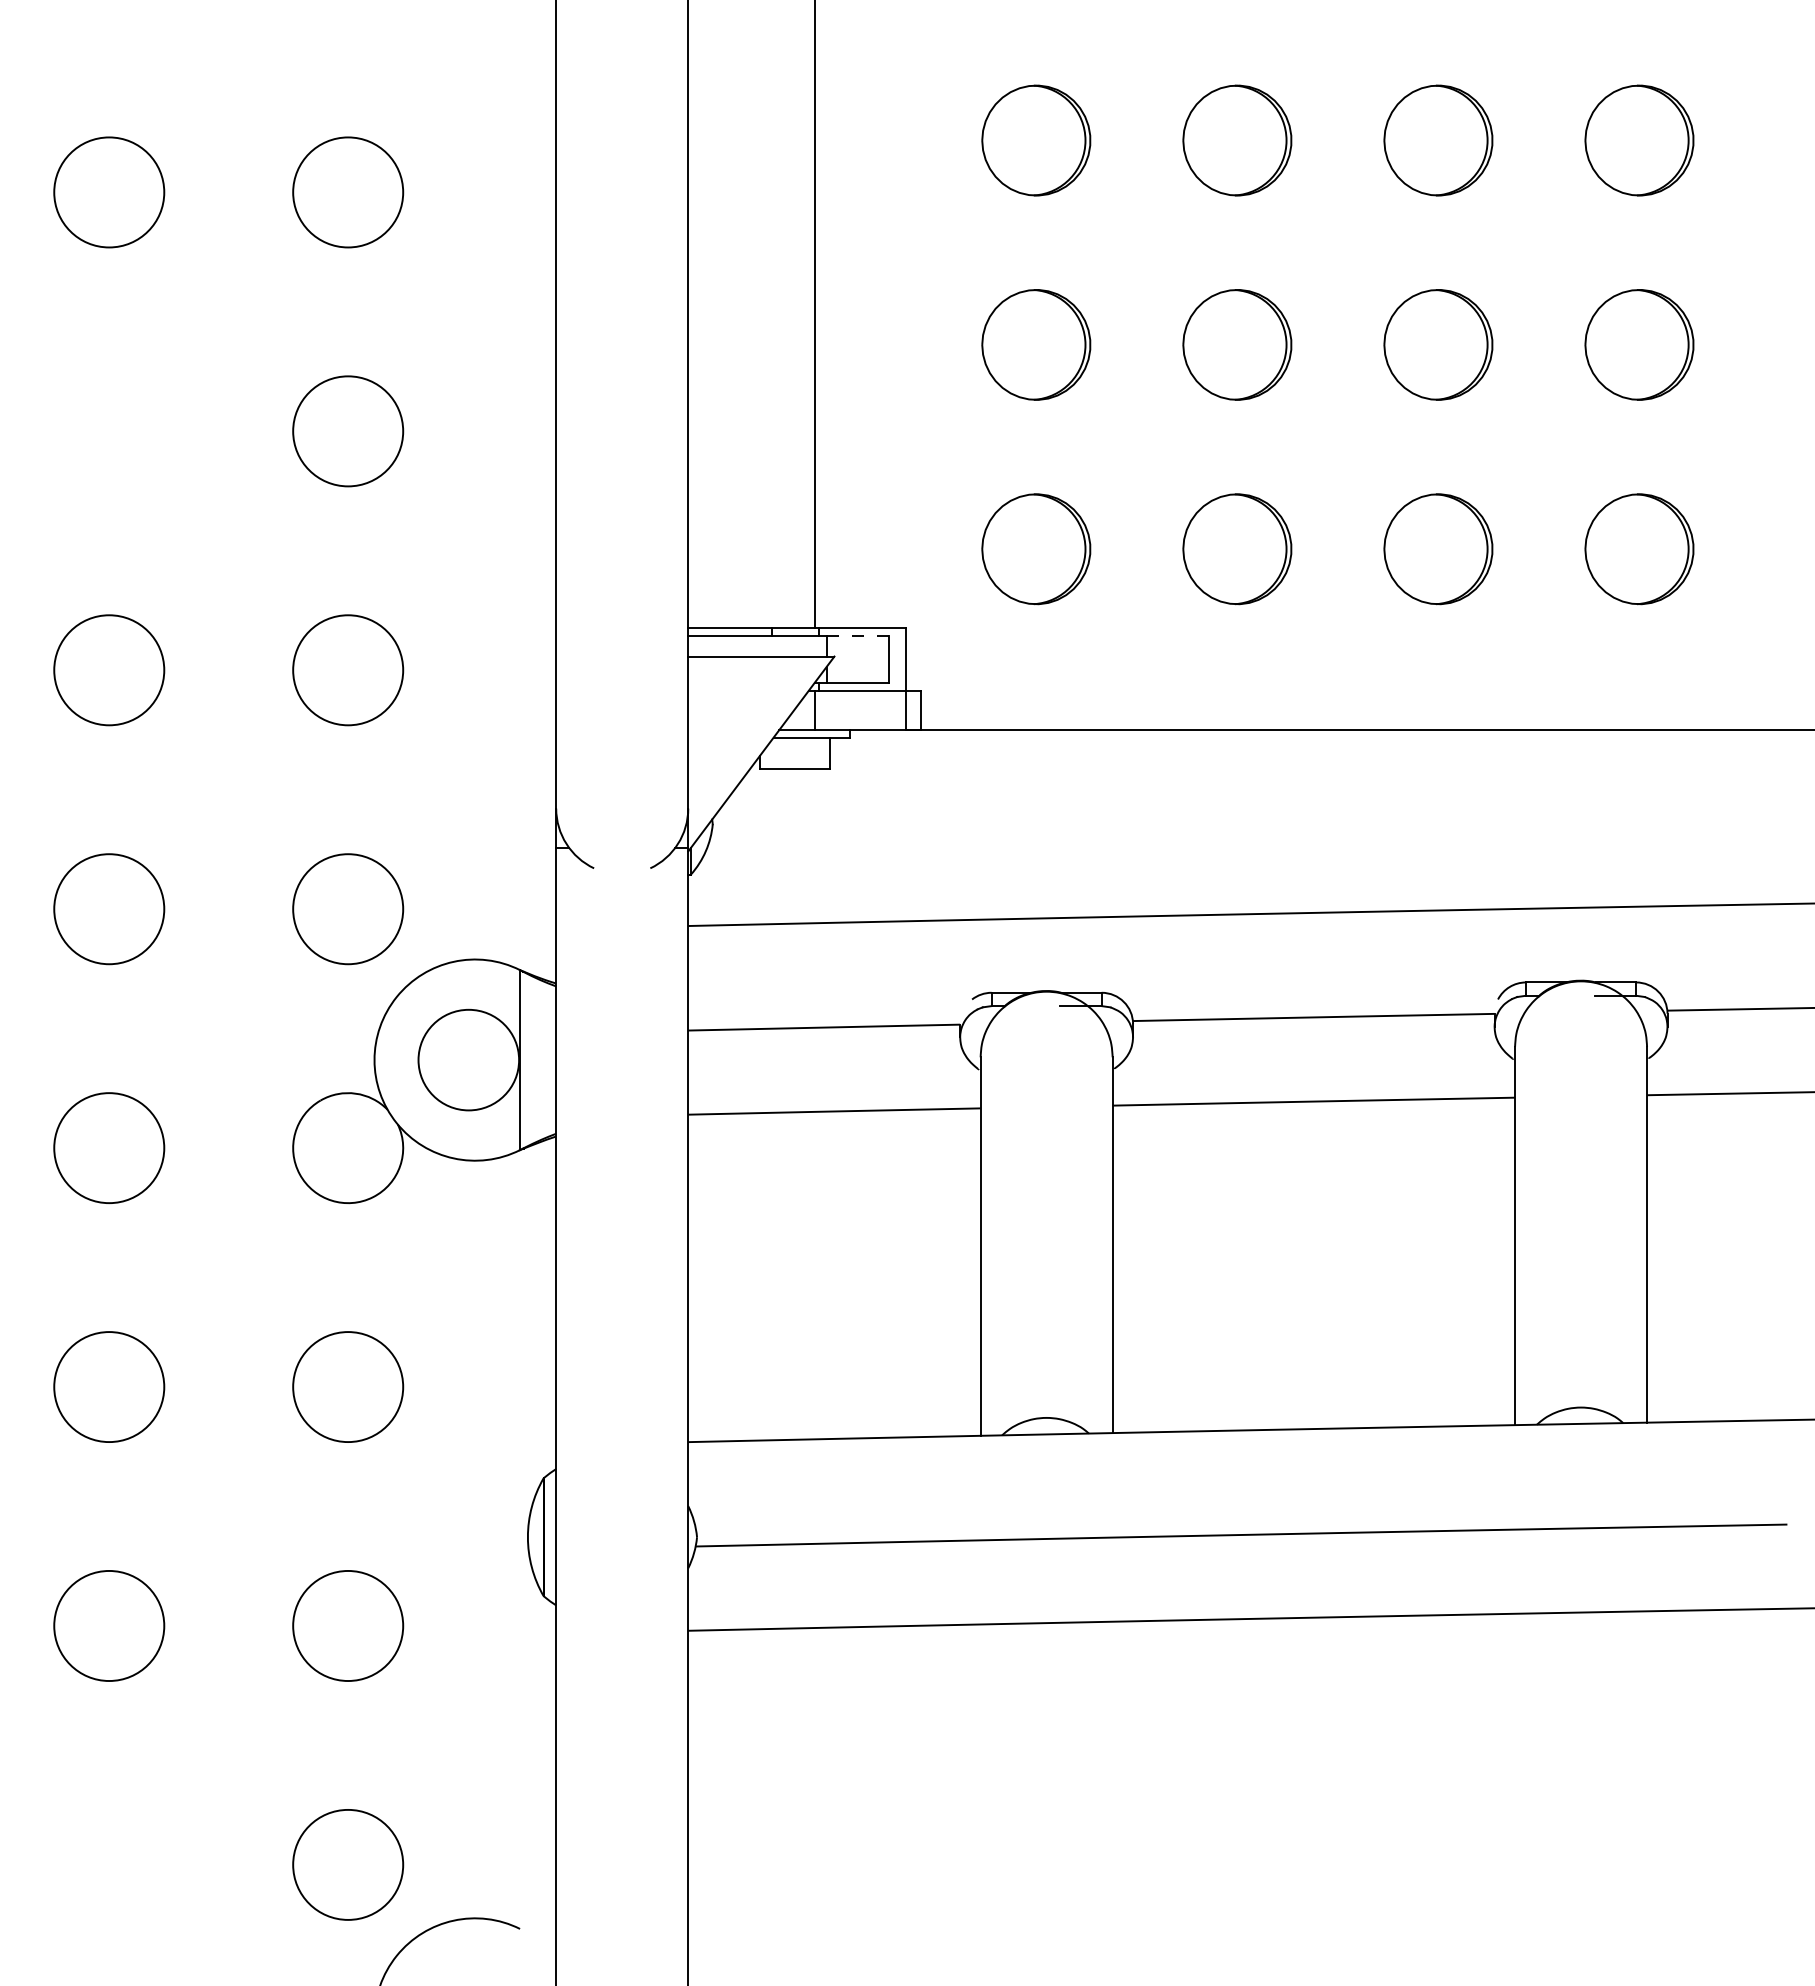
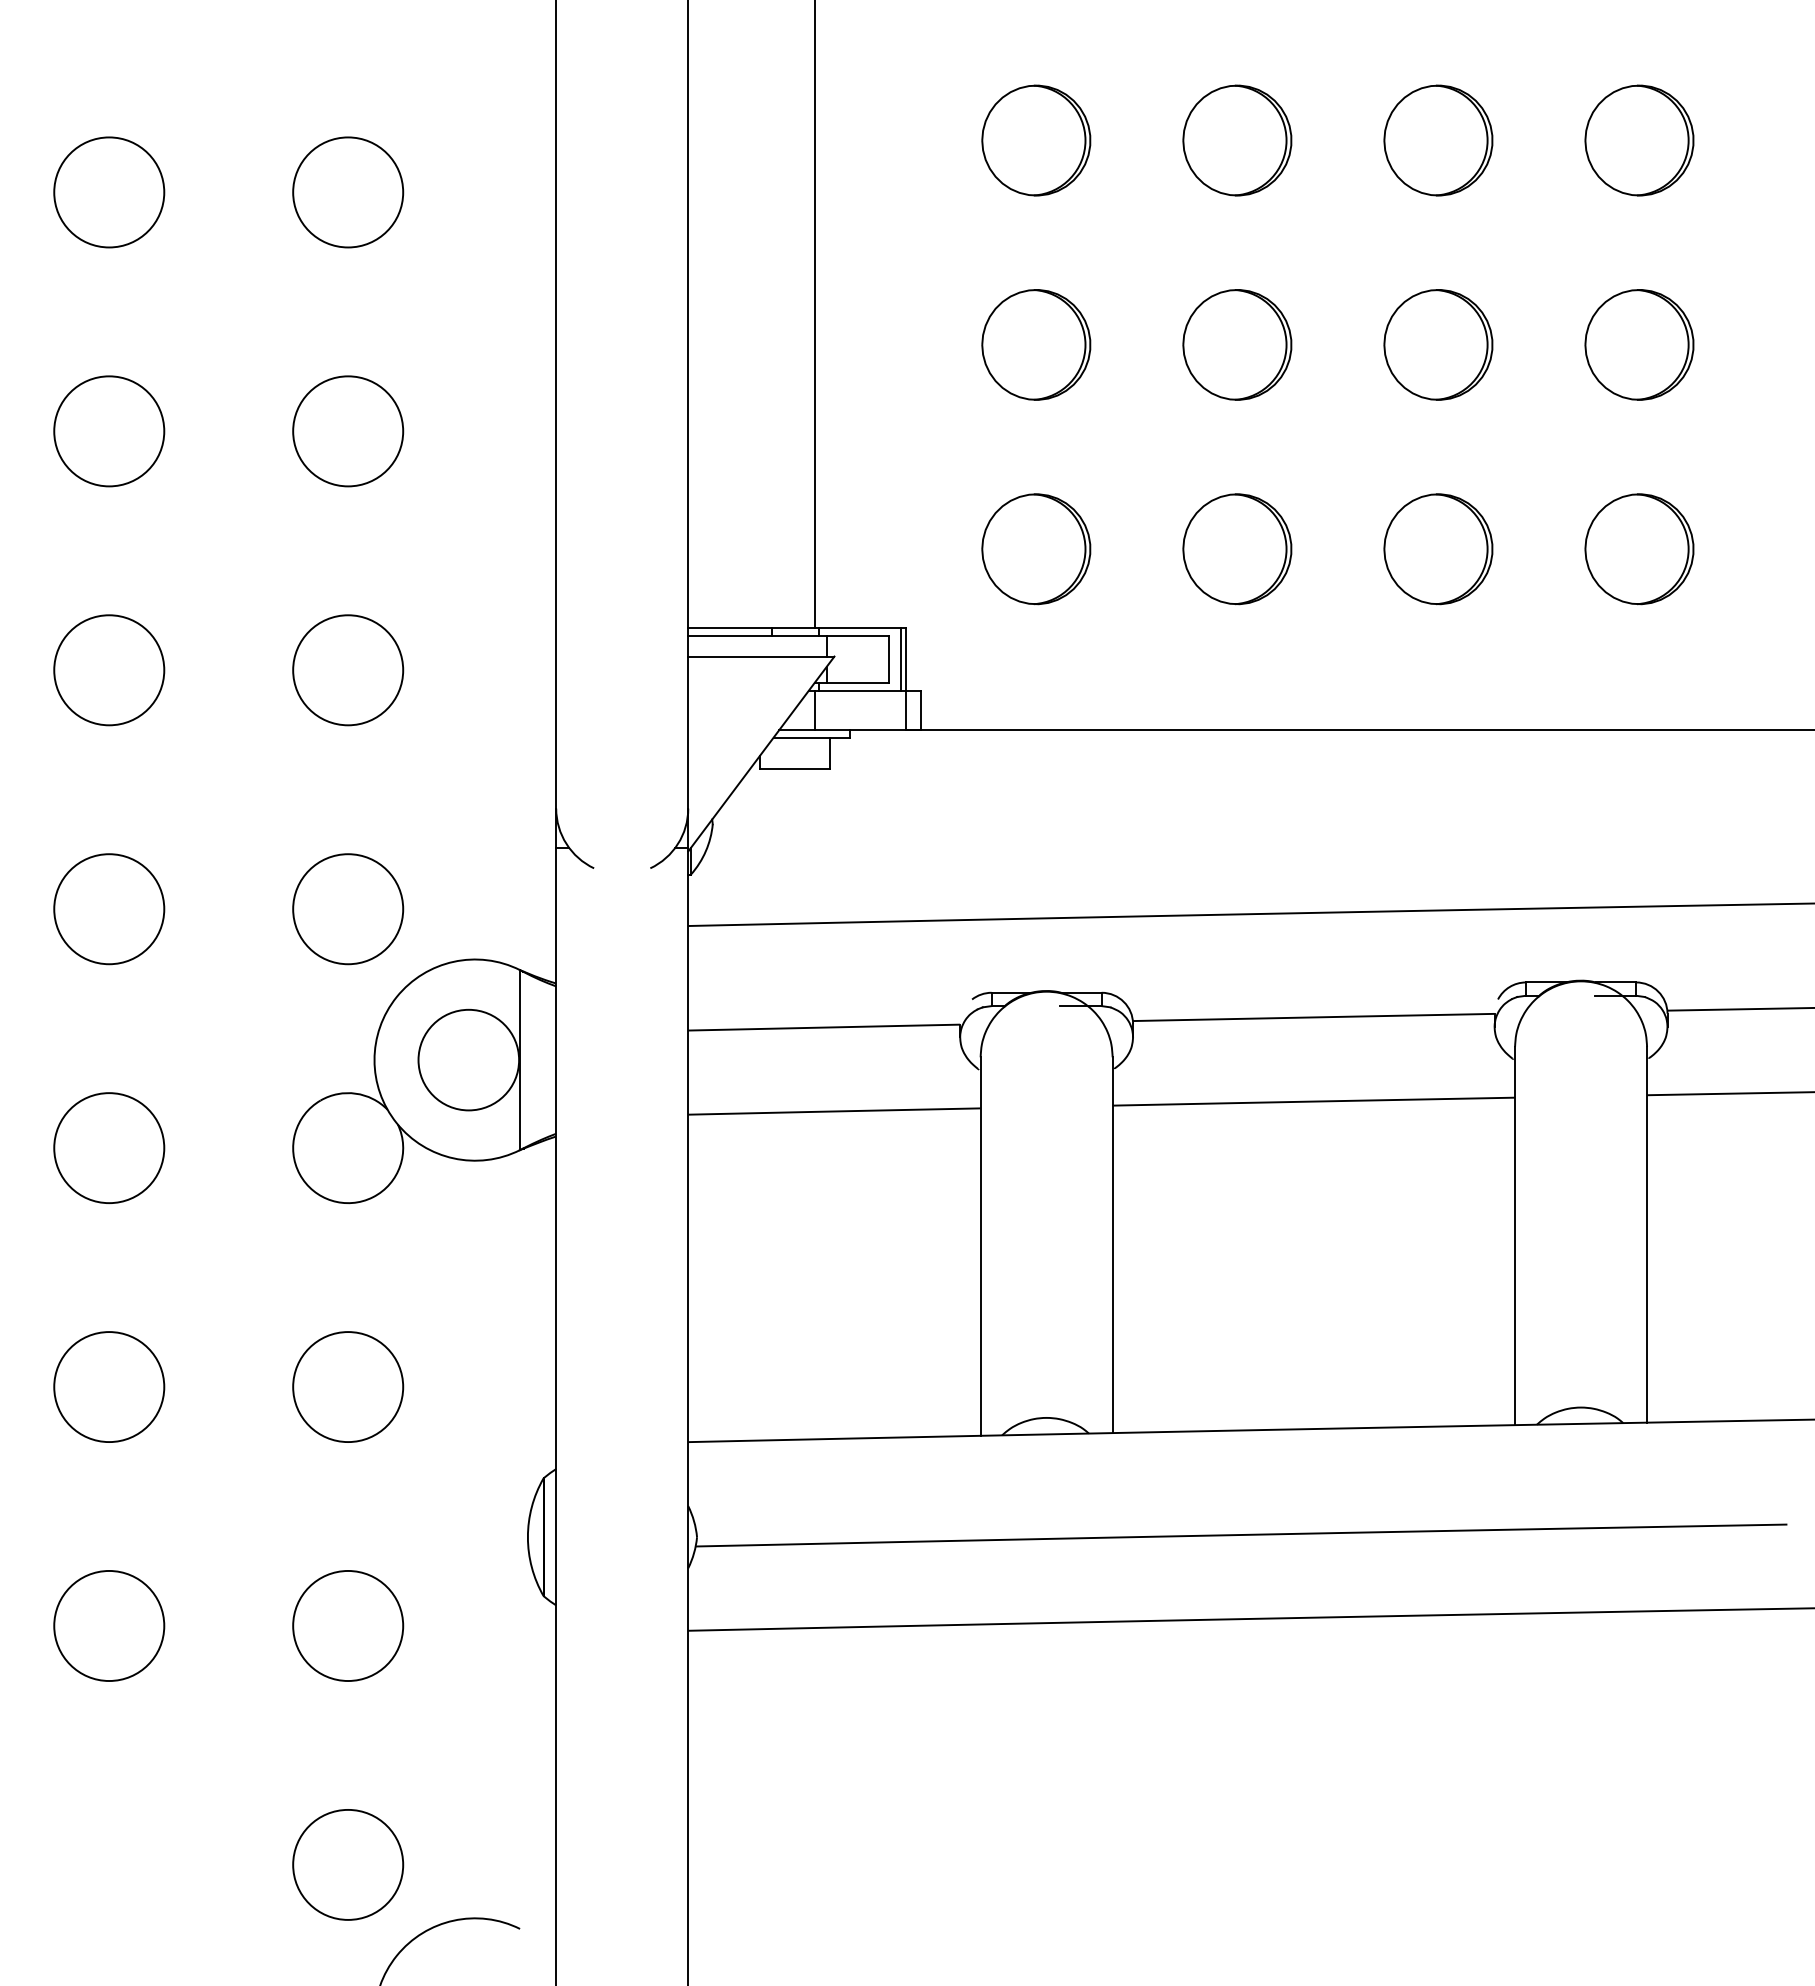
circle at (109, 431): none -> present
line at (858, 635): dashed -> solid
line at (900, 658): none -> present
